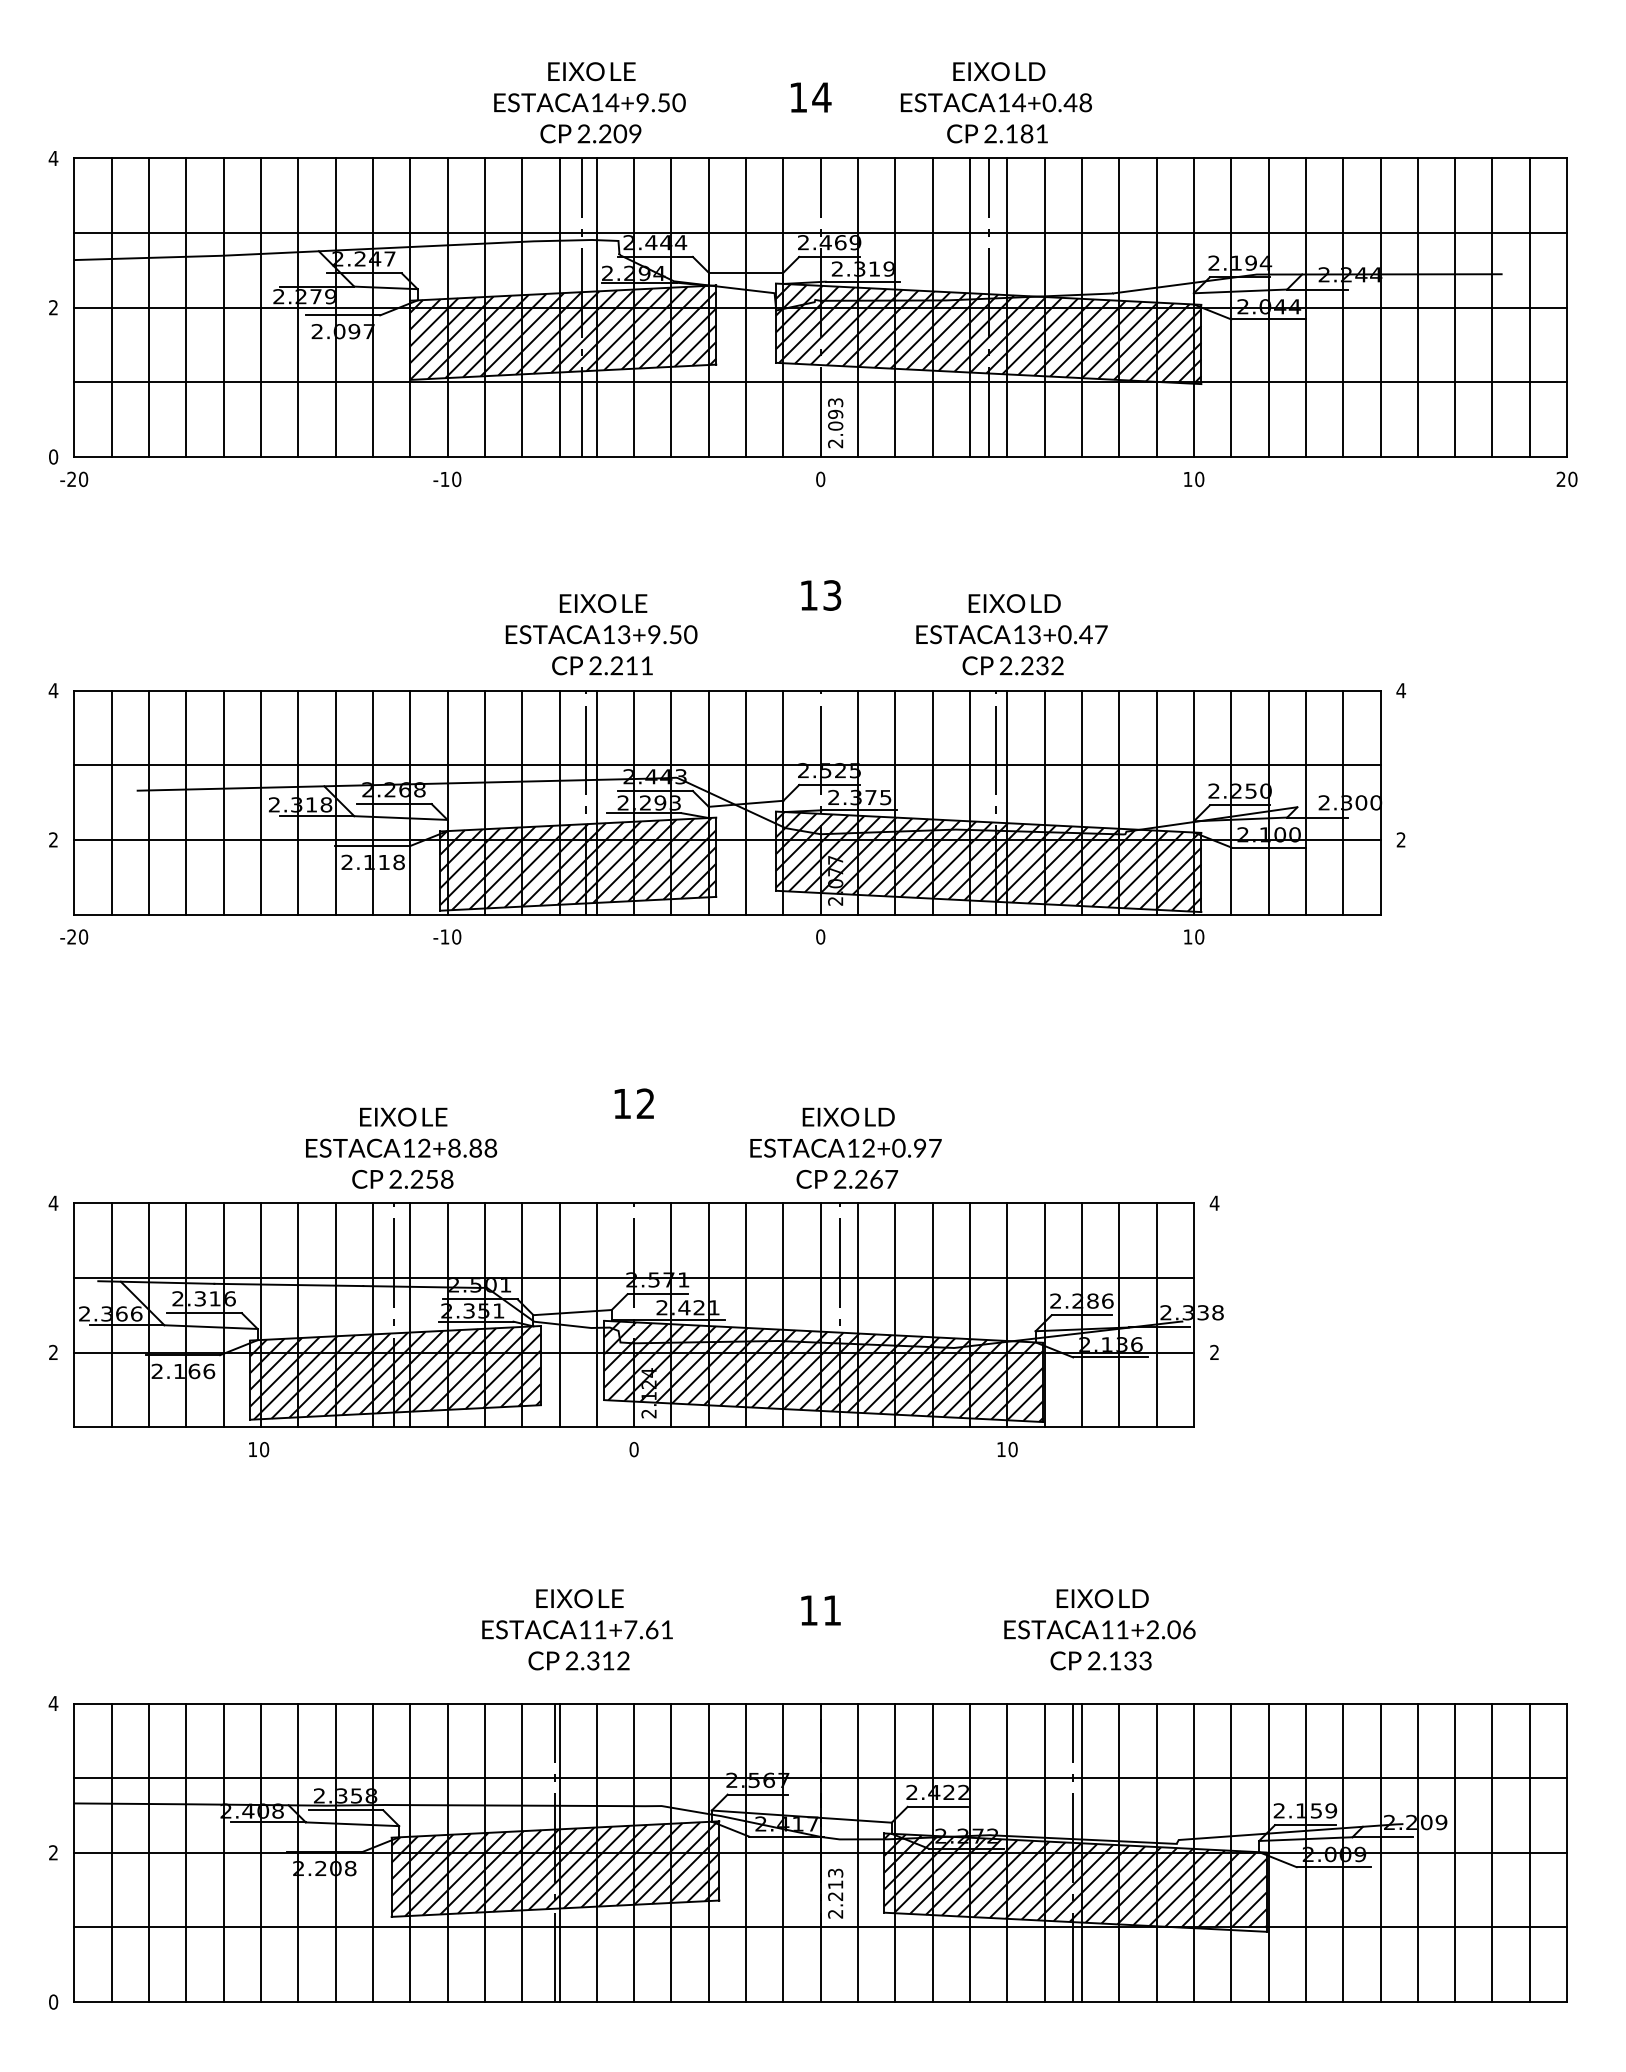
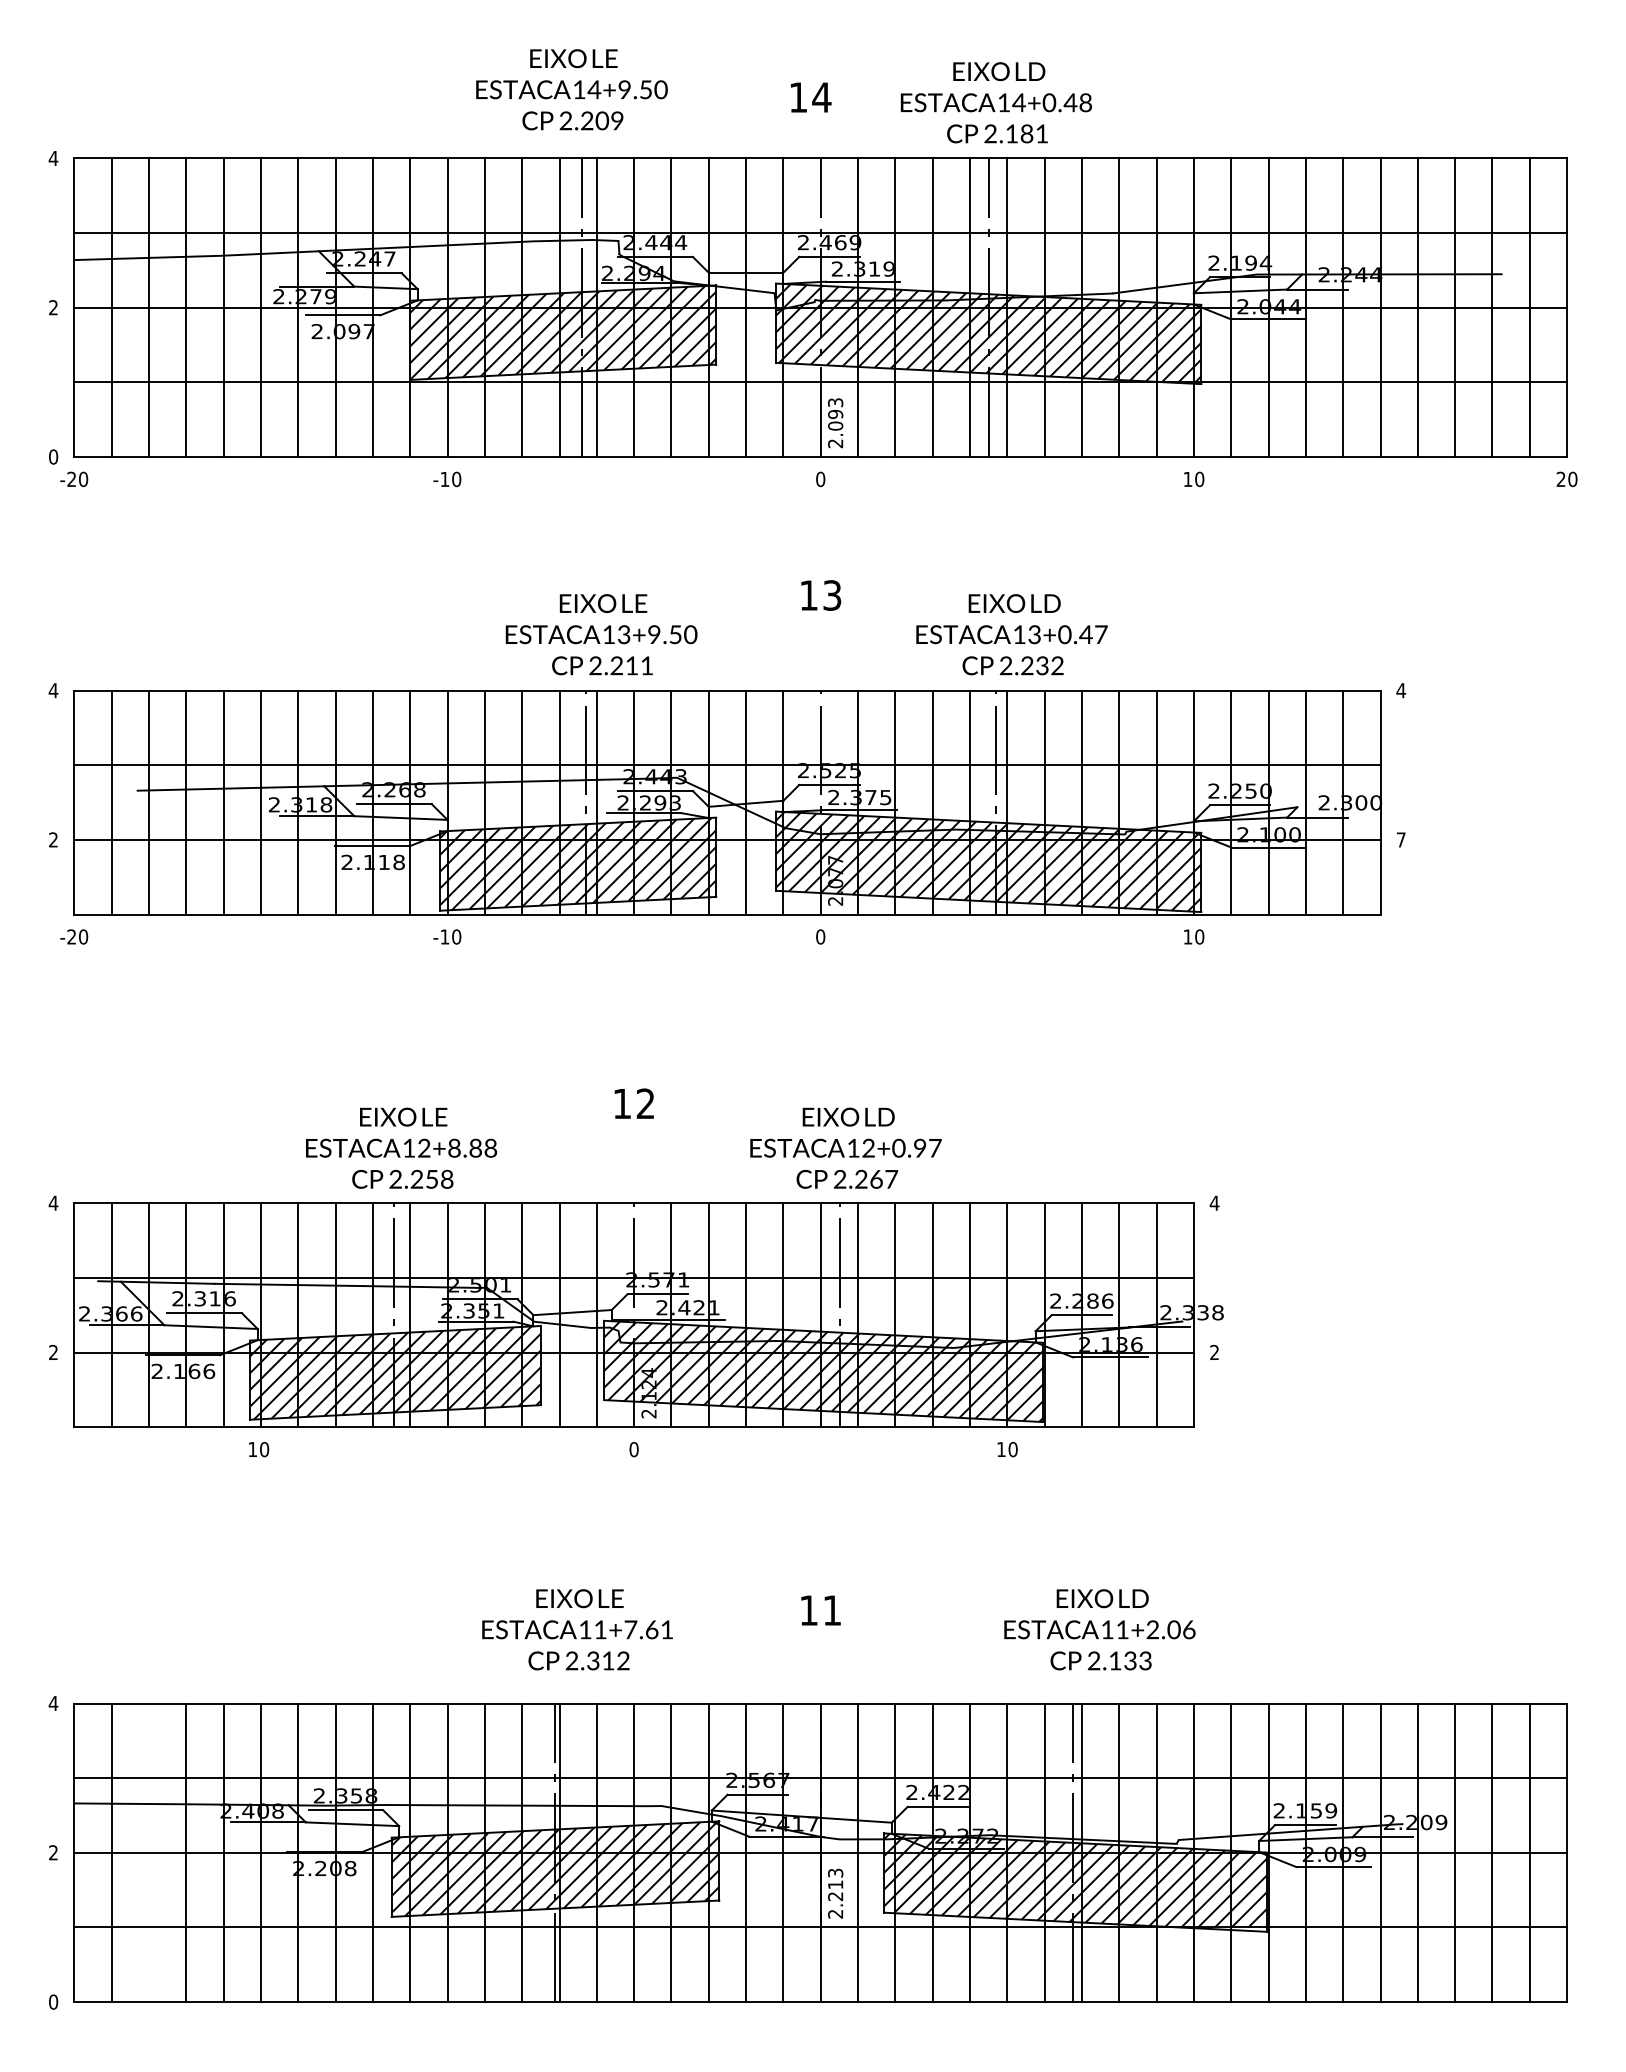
text at (589, 102) position: (589, 102) -> (571, 89)
text at (1400, 839): 2 -> 7
line at (149, 1852): present -> none
